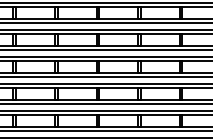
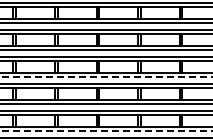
line at (106, 77): solid -> dashed
line at (106, 131): solid -> dashed
